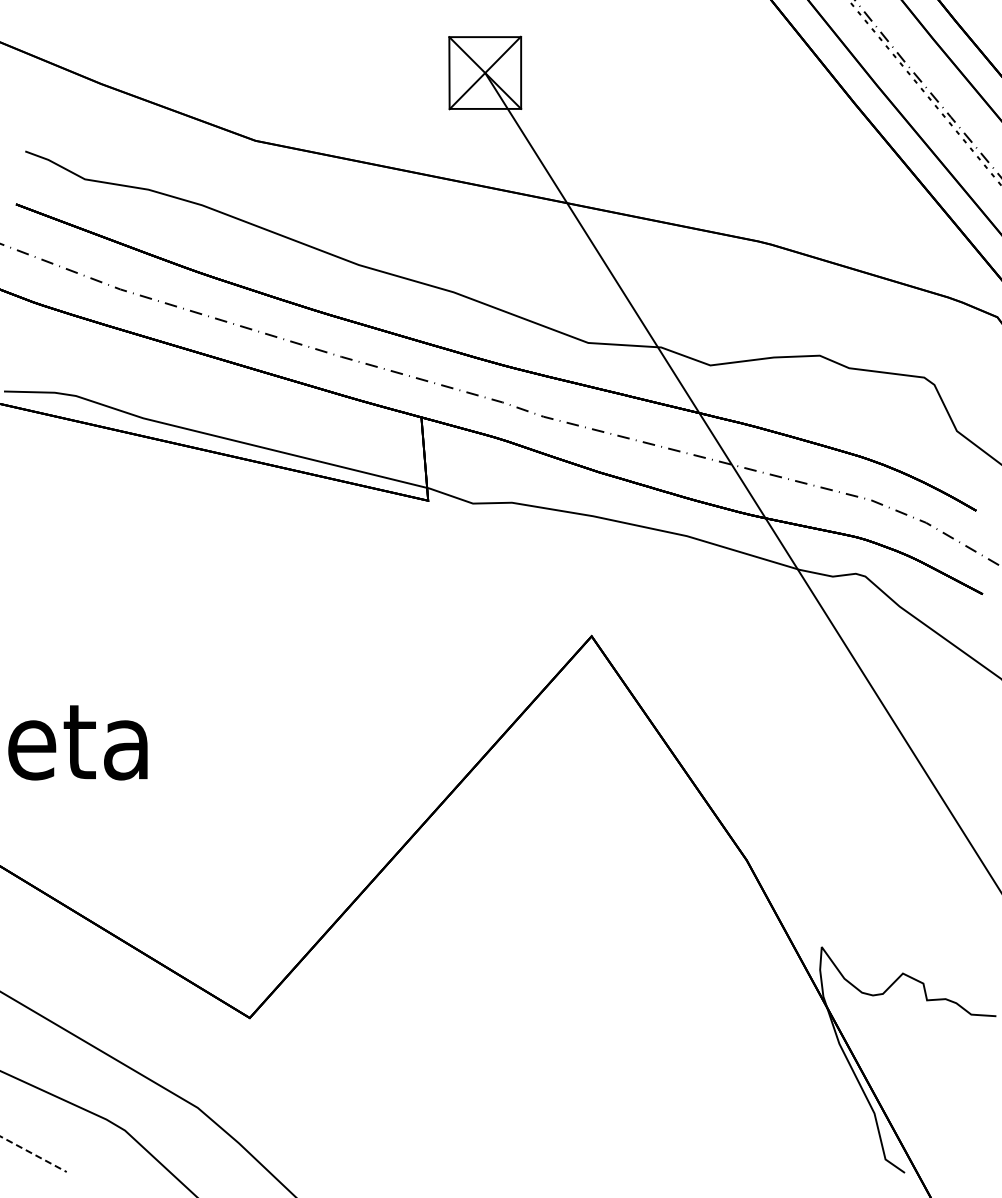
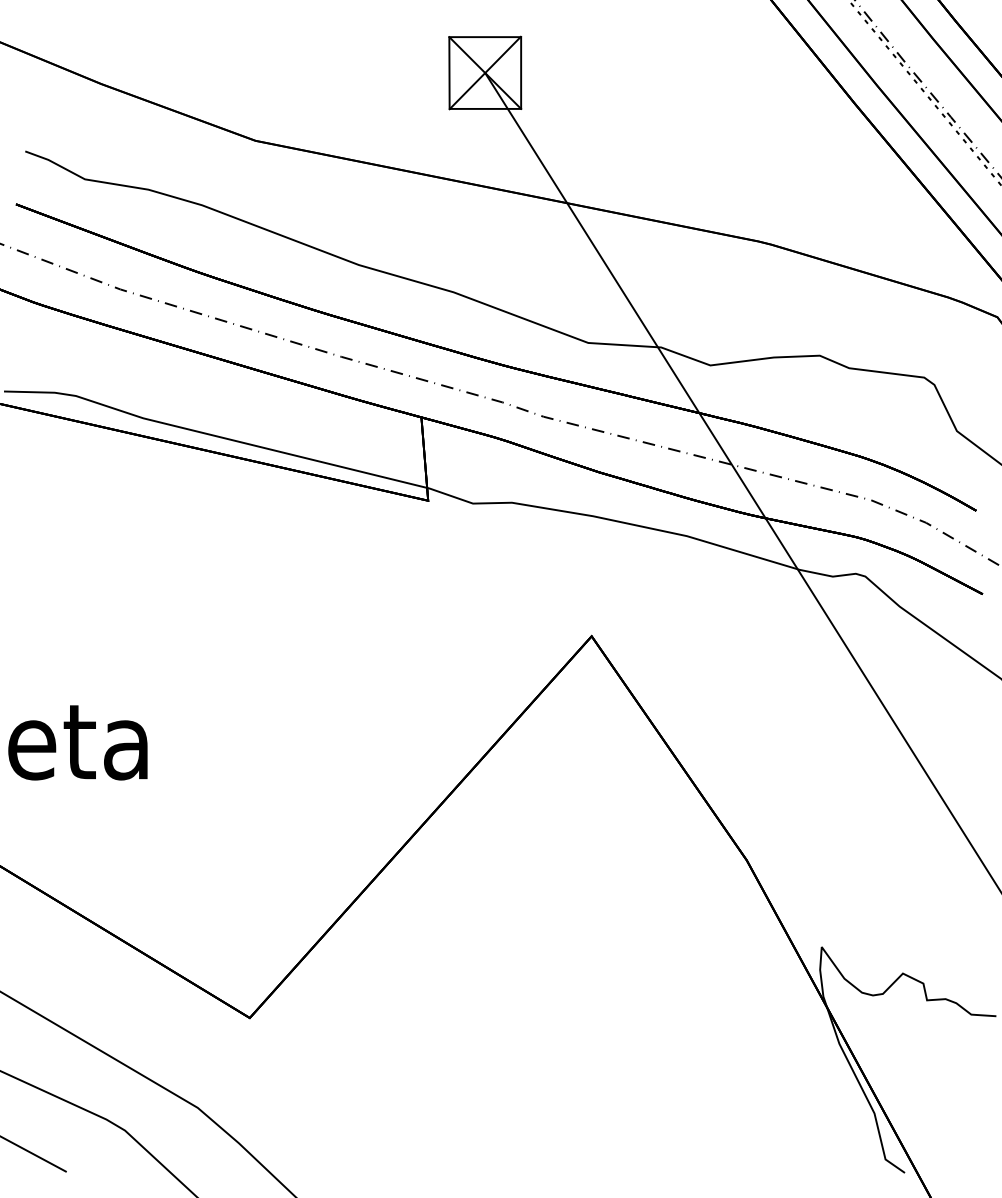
line at (34, 1154): dashed -> solid
